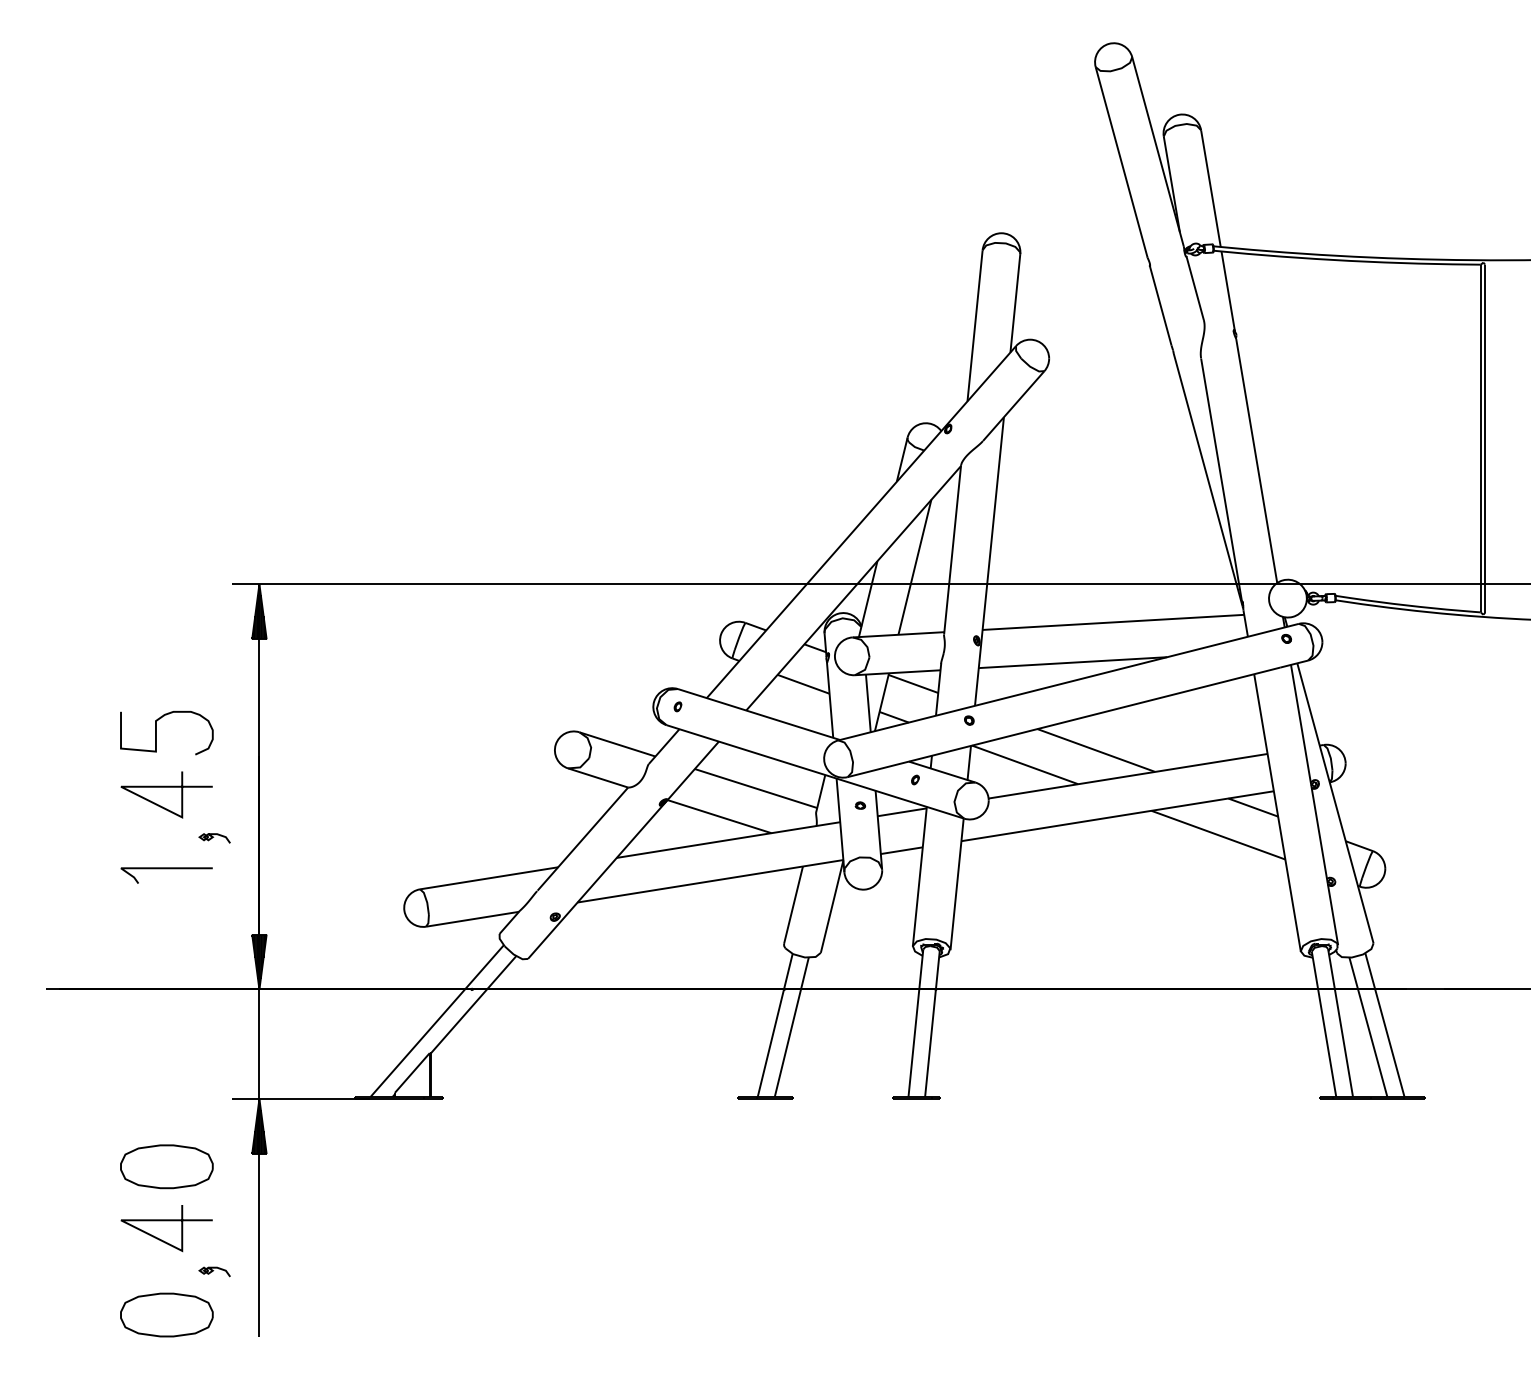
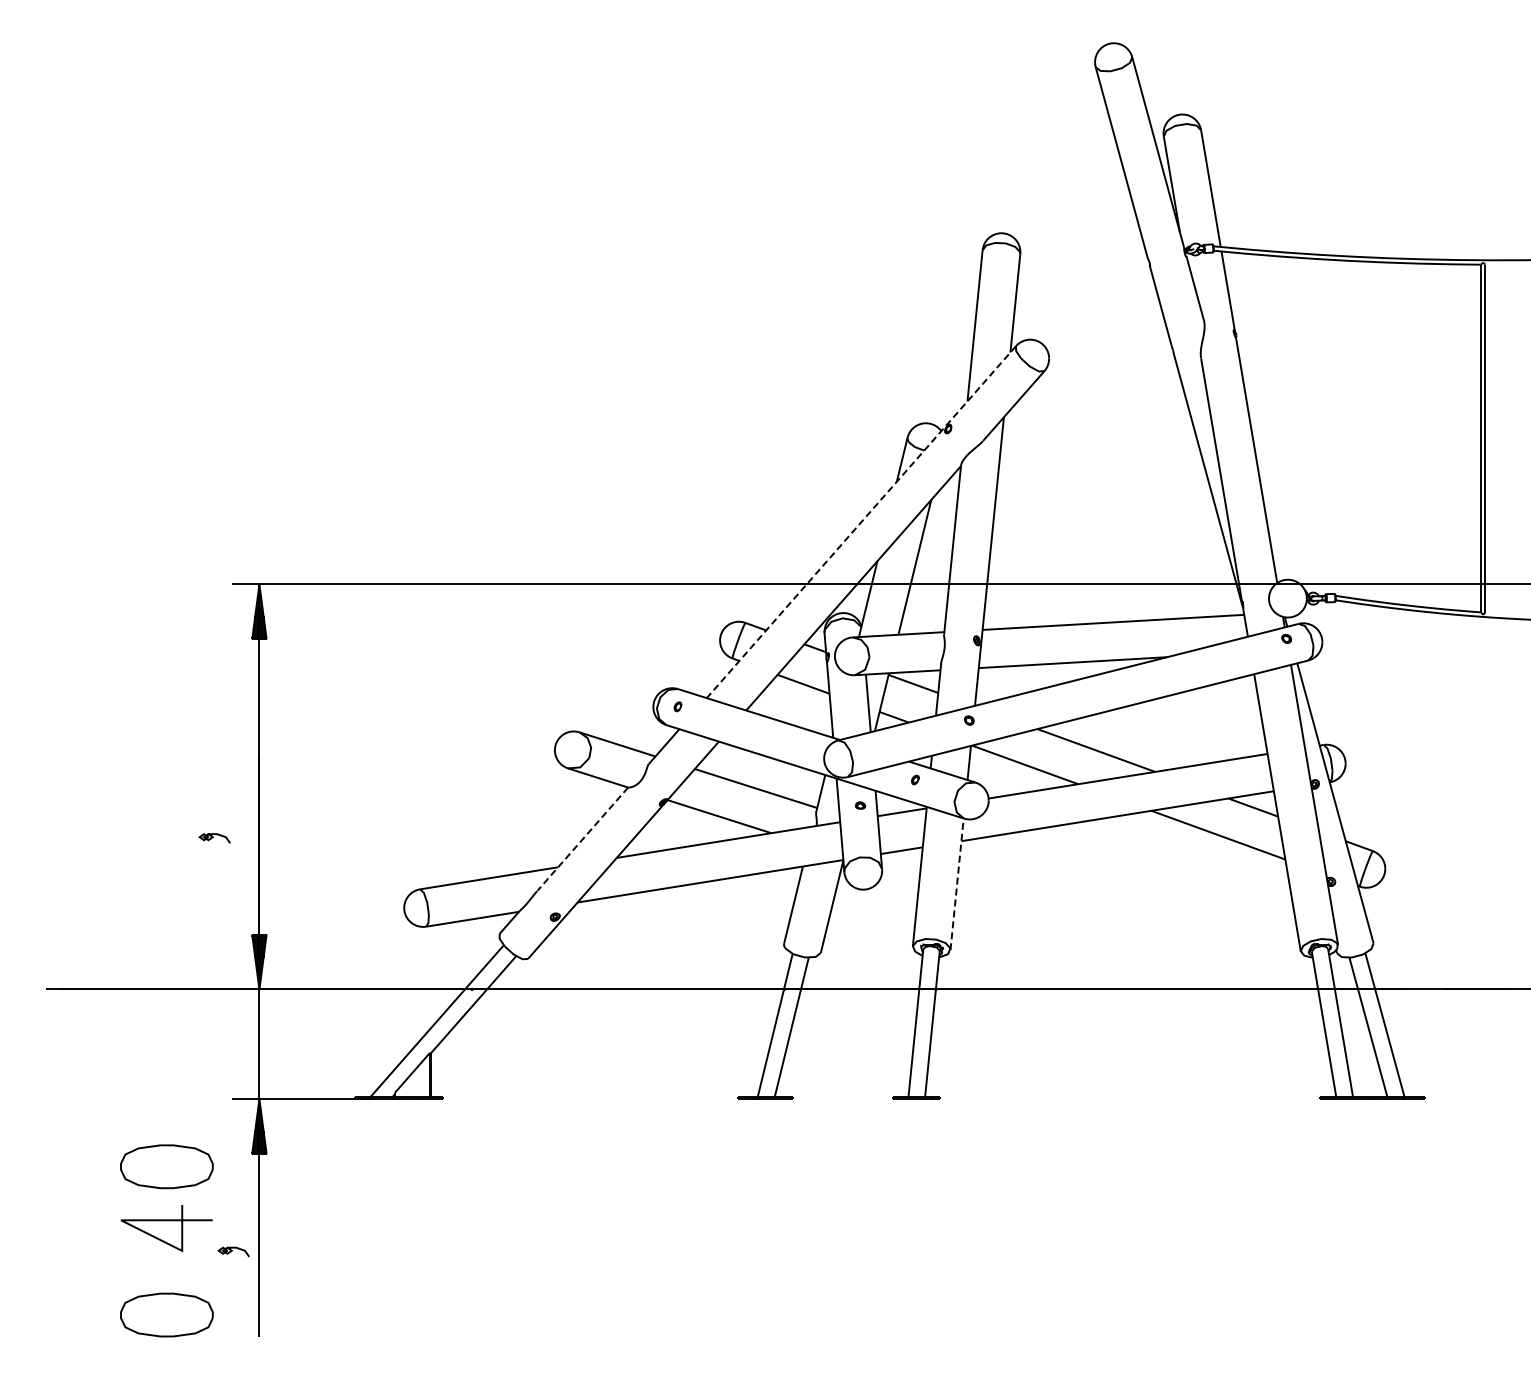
line at (861, 522): solid -> dashed
curve at (156, 733): present -> none
line at (166, 787): present -> none
line at (582, 839): solid -> dashed
line at (166, 869): present -> none
line at (957, 883): solid -> dashed
part at (214, 1271) position: (214, 1271) -> (233, 1251)
